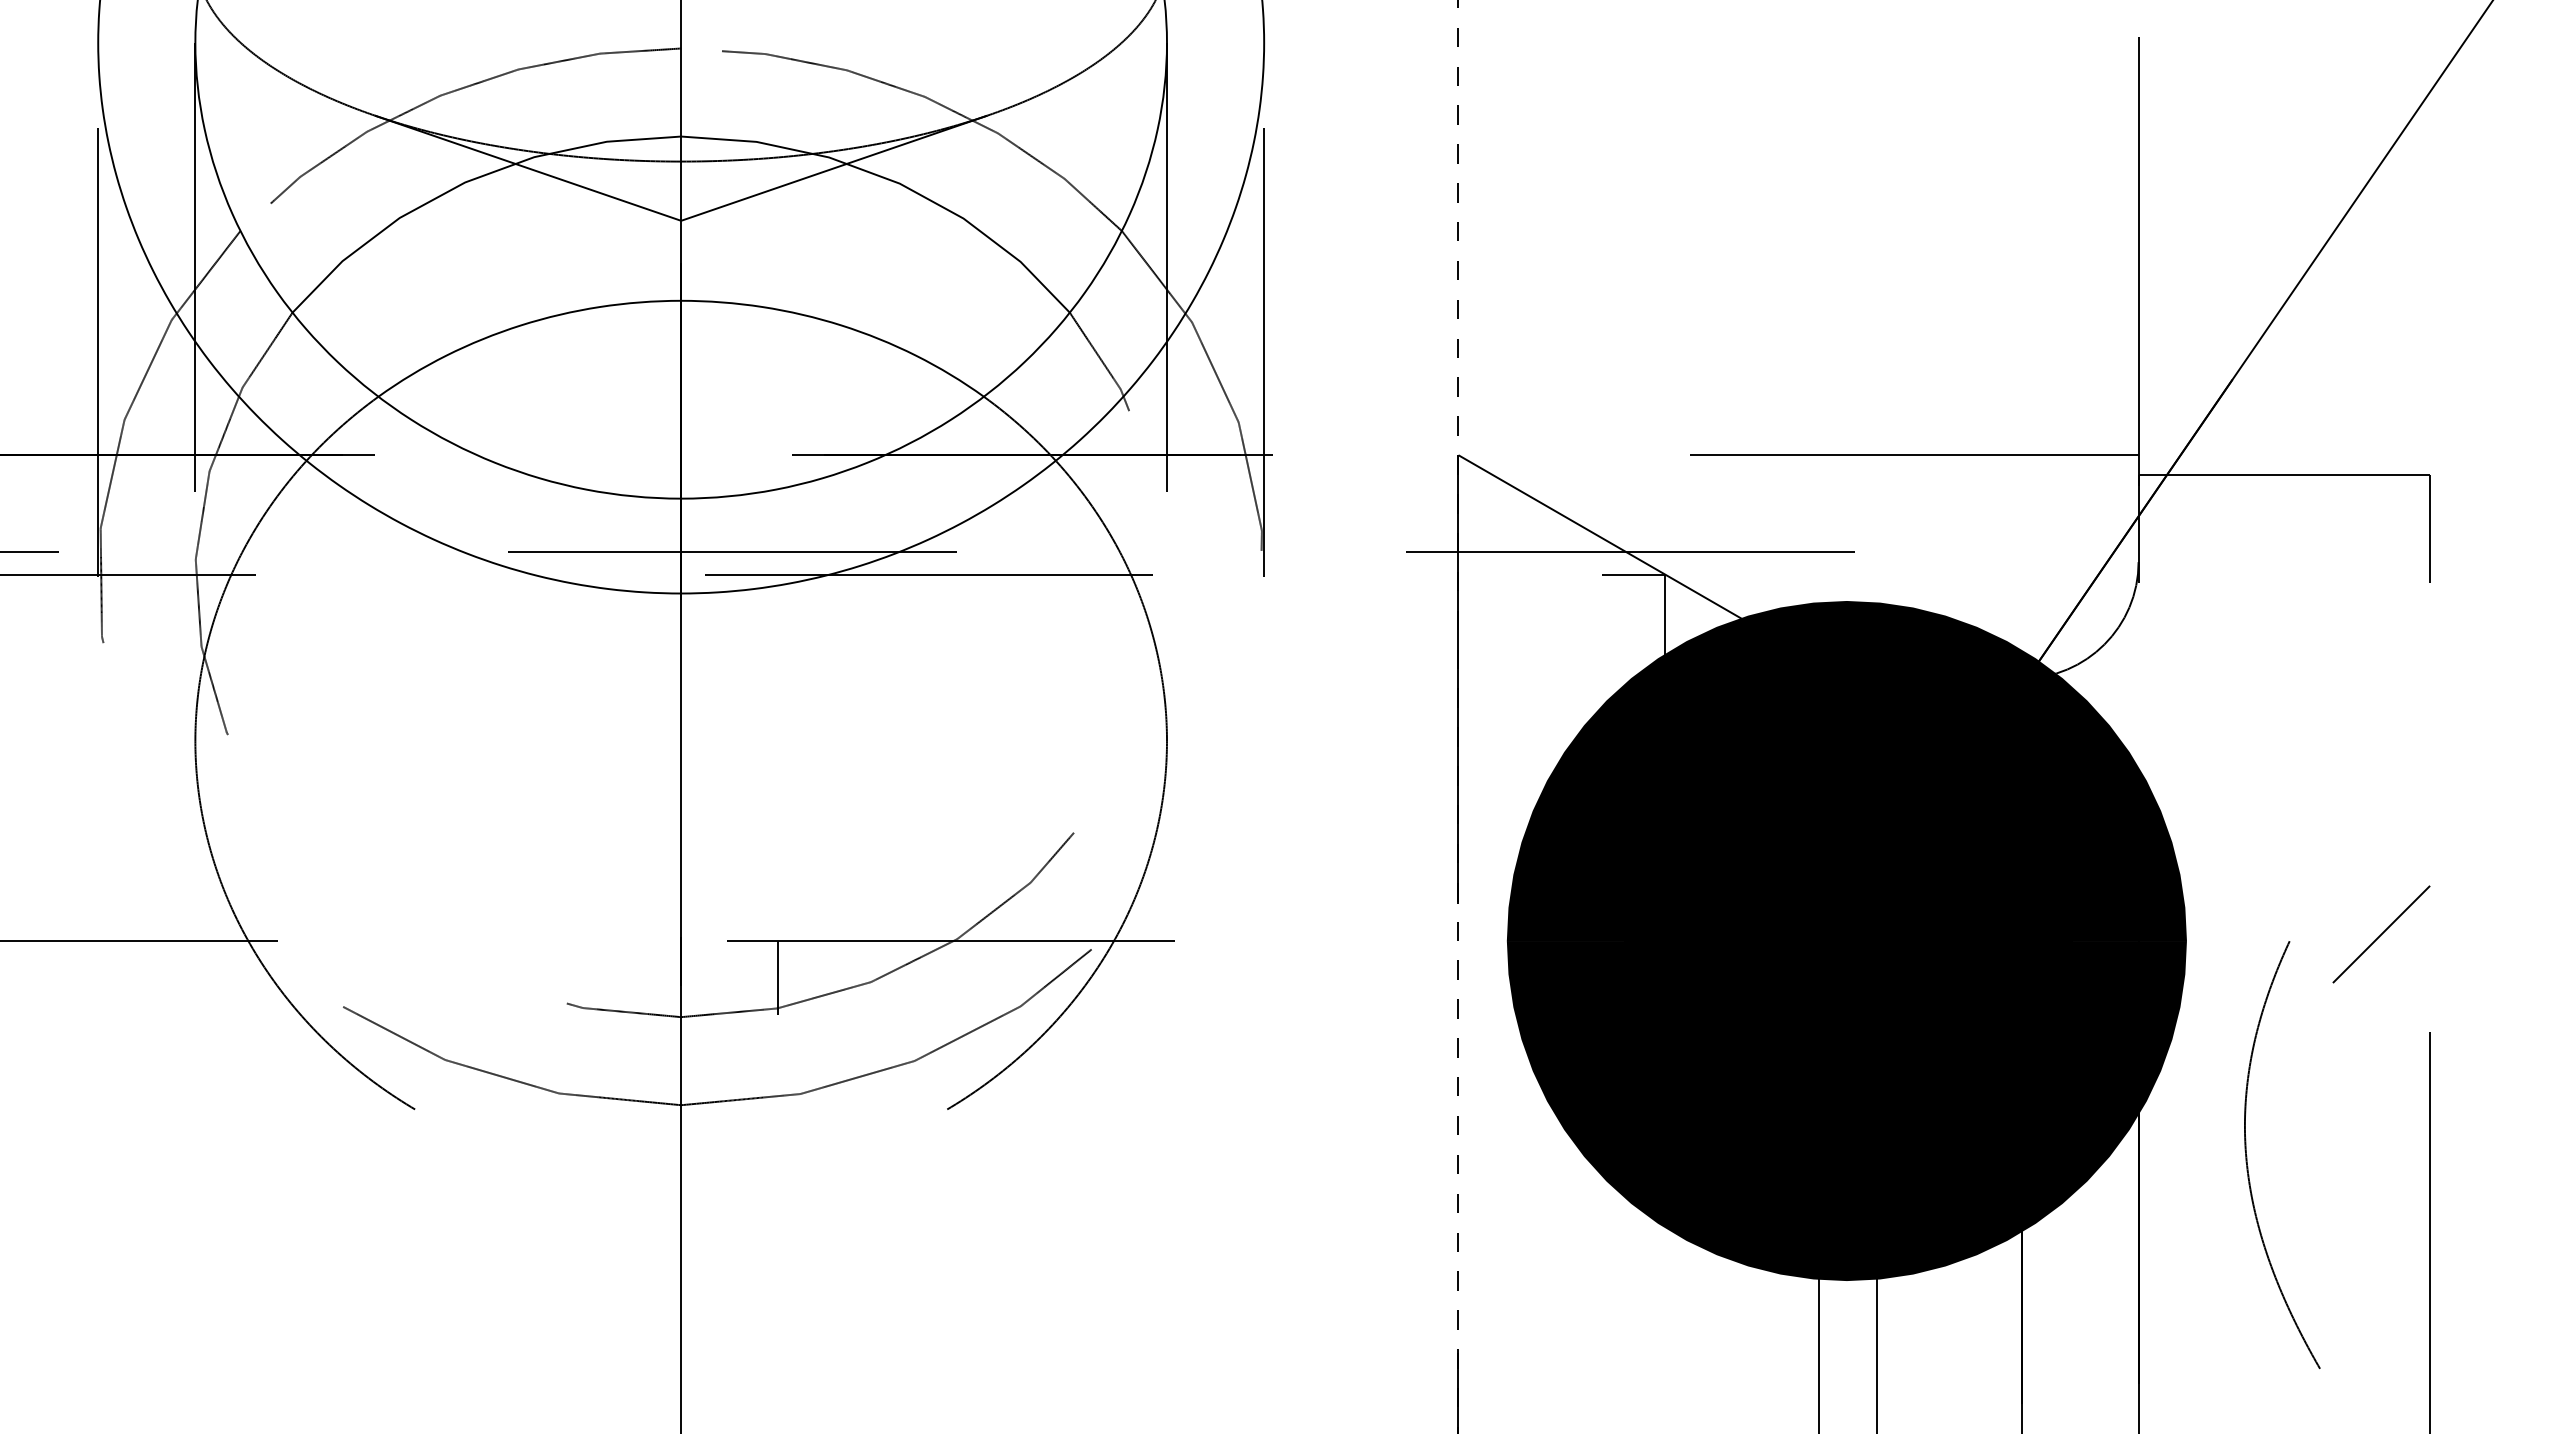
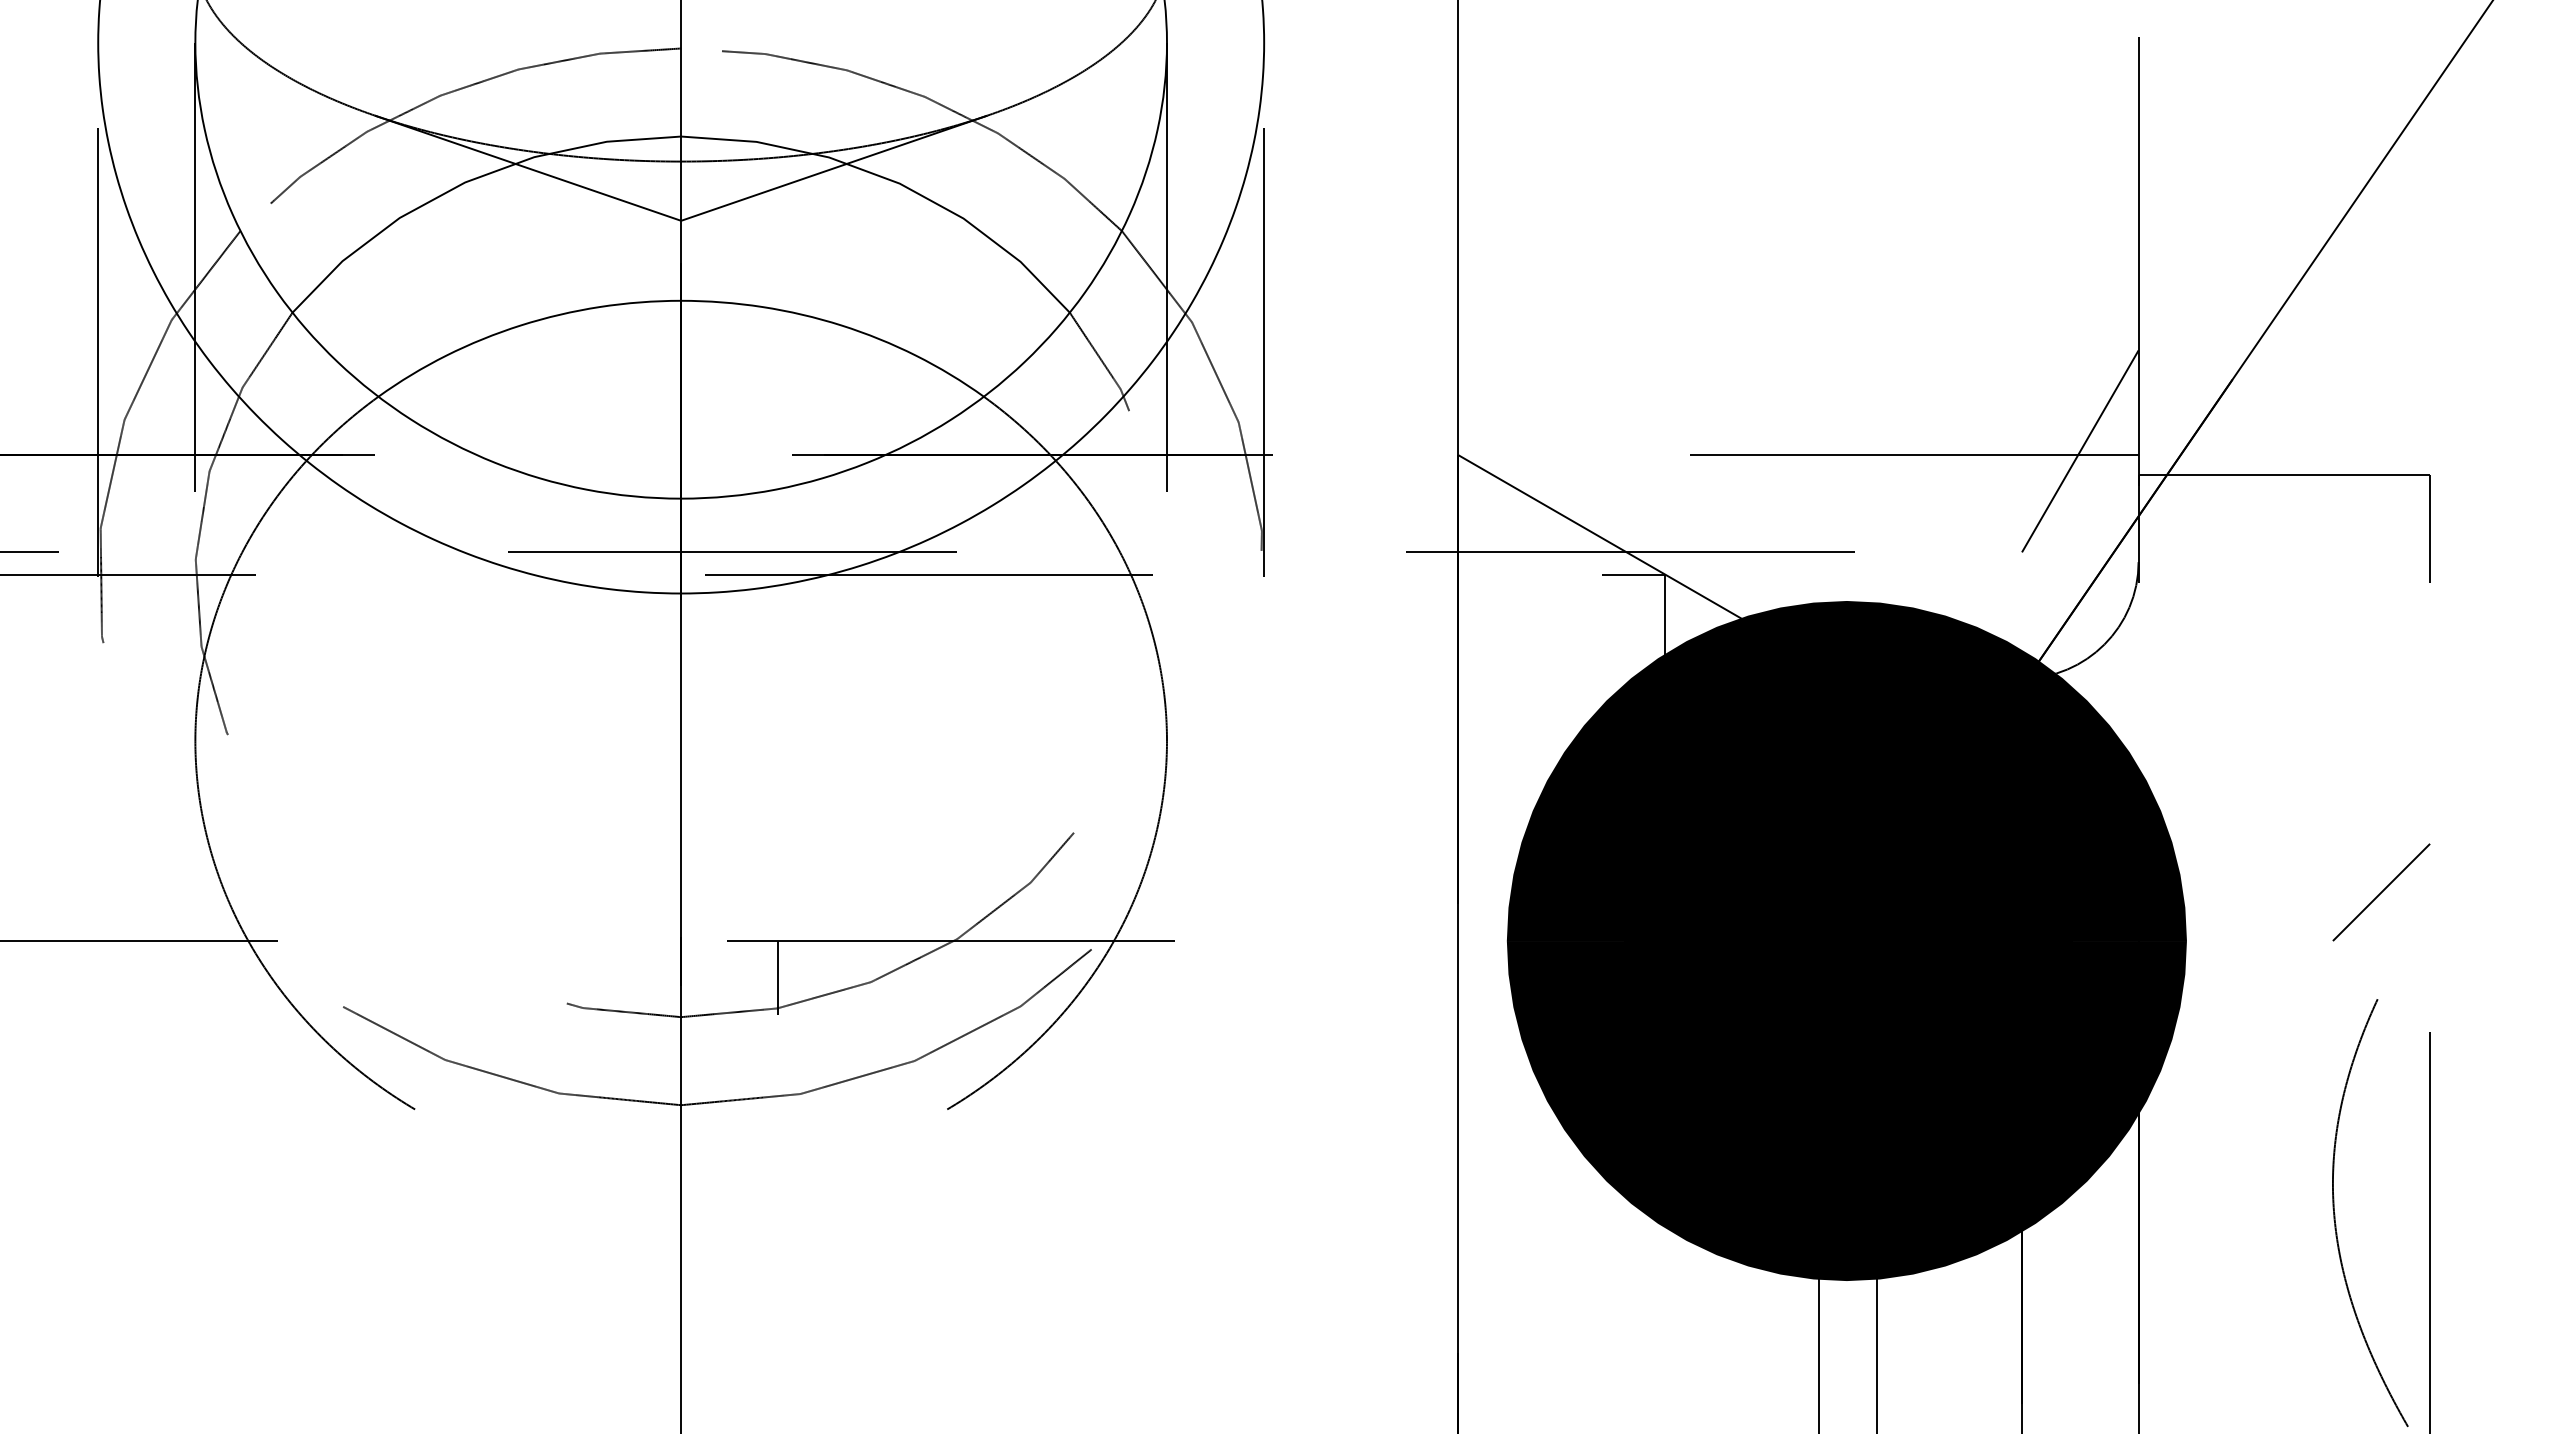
line at (2080, 451): none -> present
line at (1458, 717): dashed -> solid
line at (2381, 934) position: (2381, 934) -> (2381, 892)
curve at (2247, 1155) position: (2247, 1155) -> (2335, 1213)
